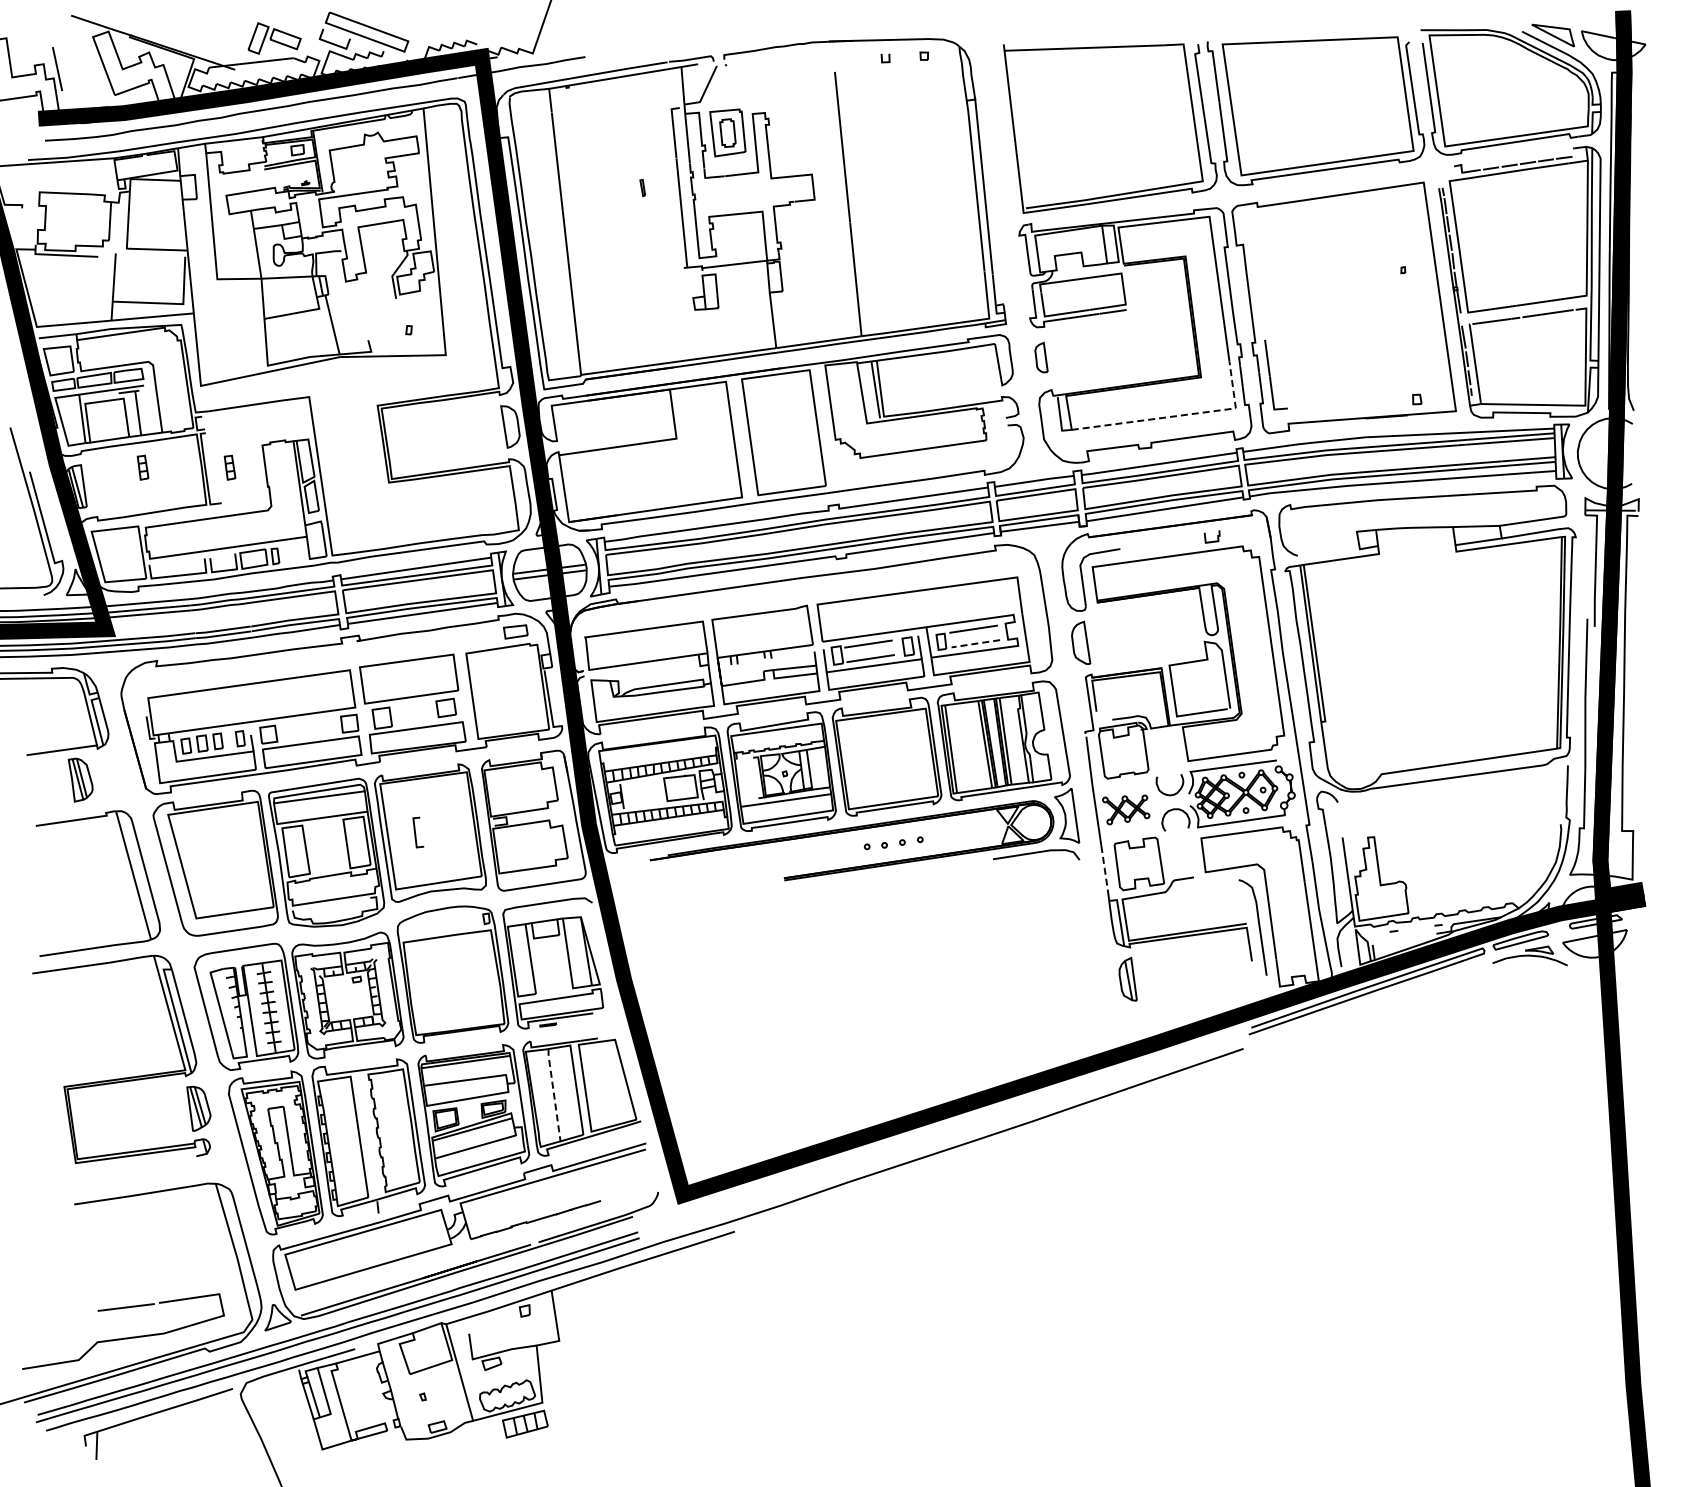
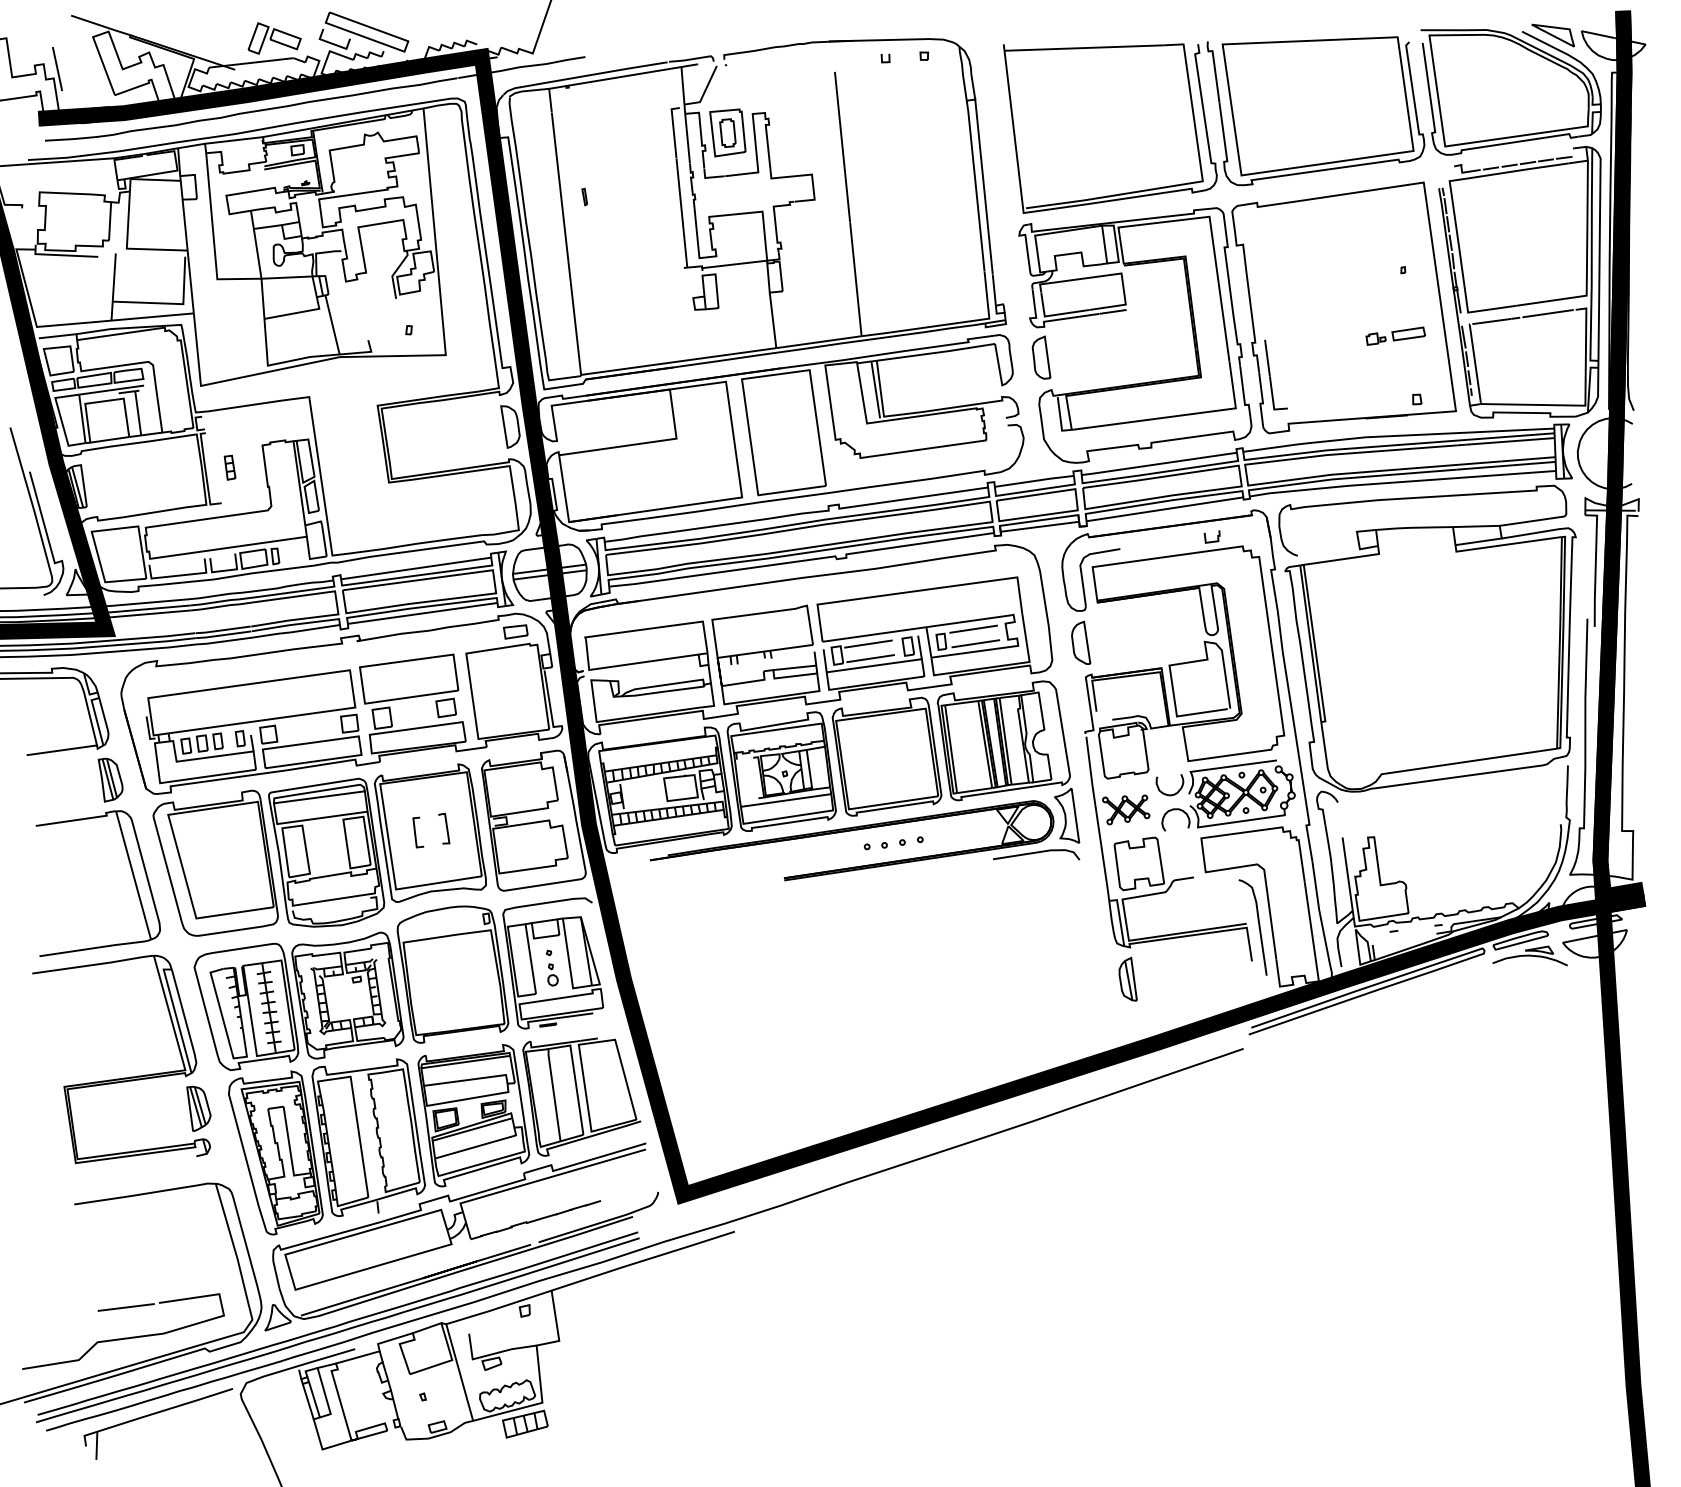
part at (642, 187) position: (642, 187) -> (584, 196)
part at (1395, 335): none -> present
part at (1041, 357) size: 15x33 px -> 21x45 px
line at (1178, 415): dashed -> solid
part at (142, 467): present -> none
line at (975, 643): dashed -> solid
part at (80, 779) position: (80, 779) -> (110, 779)
line at (446, 828): none -> present
line at (1104, 868): dashed -> solid
part at (552, 967): none -> present
line at (554, 1095): dashed -> solid
